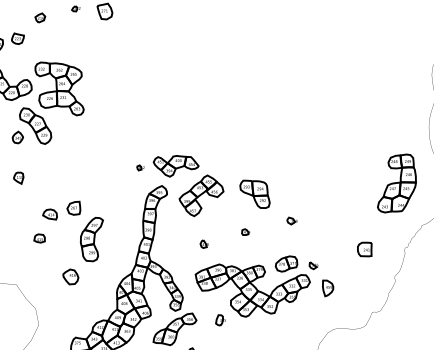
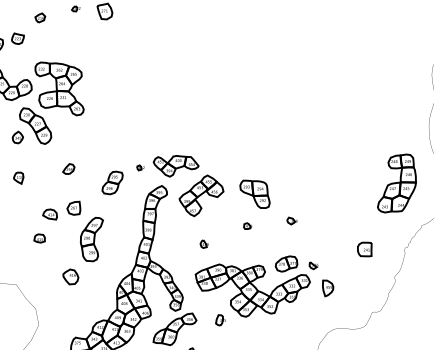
part at (68, 168): none -> present
part at (112, 182): none -> present
part at (245, 231) position: (245, 231) -> (247, 225)
